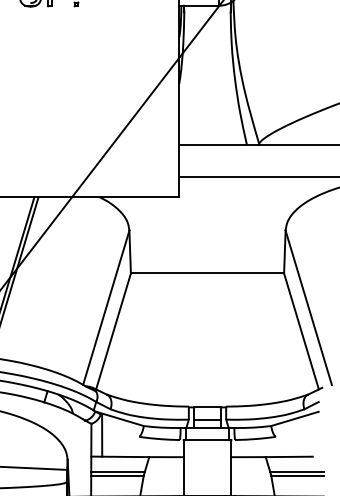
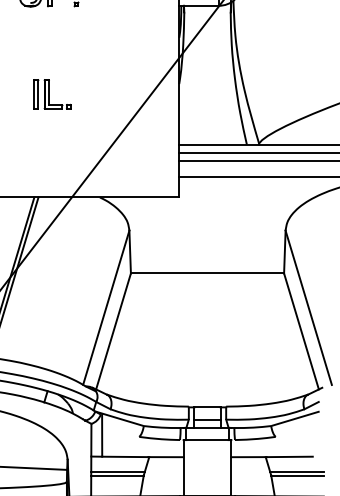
part at (52, 94): none -> present
line at (257, 153): none -> present
line at (257, 160): none -> present
